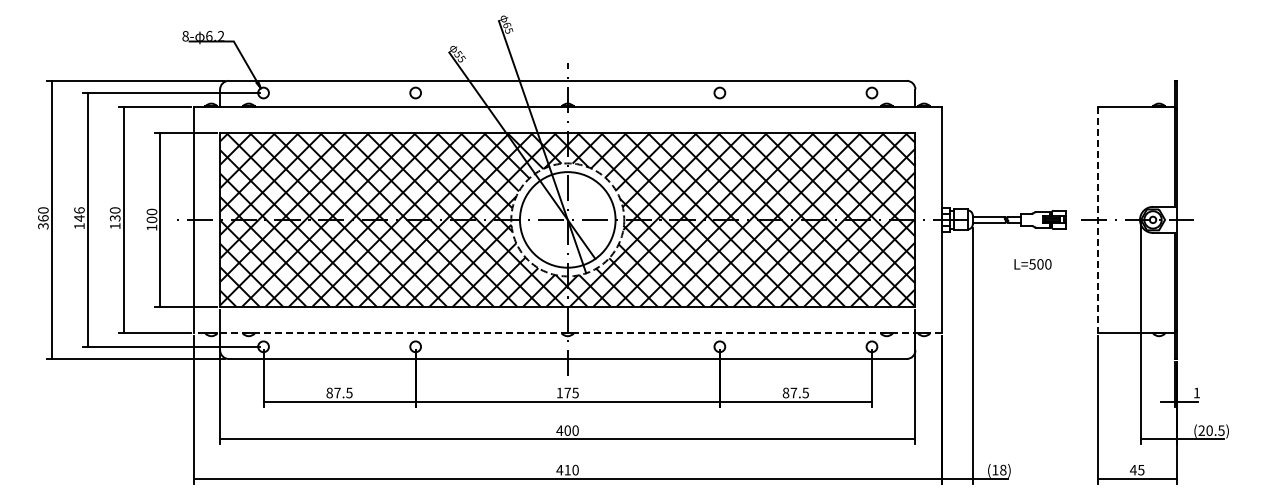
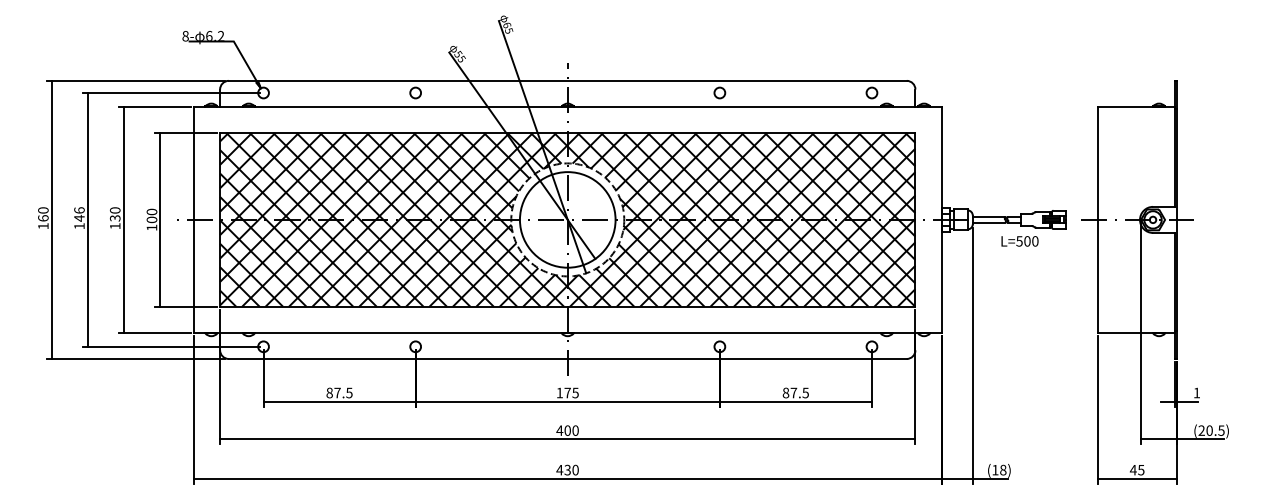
line at (1098, 219): dashed -> solid
text at (43, 226): 360 -> 160
text at (1032, 264) position: (1032, 264) -> (1019, 241)
line at (567, 332): dashed -> solid
text at (567, 469): 410 -> 430
